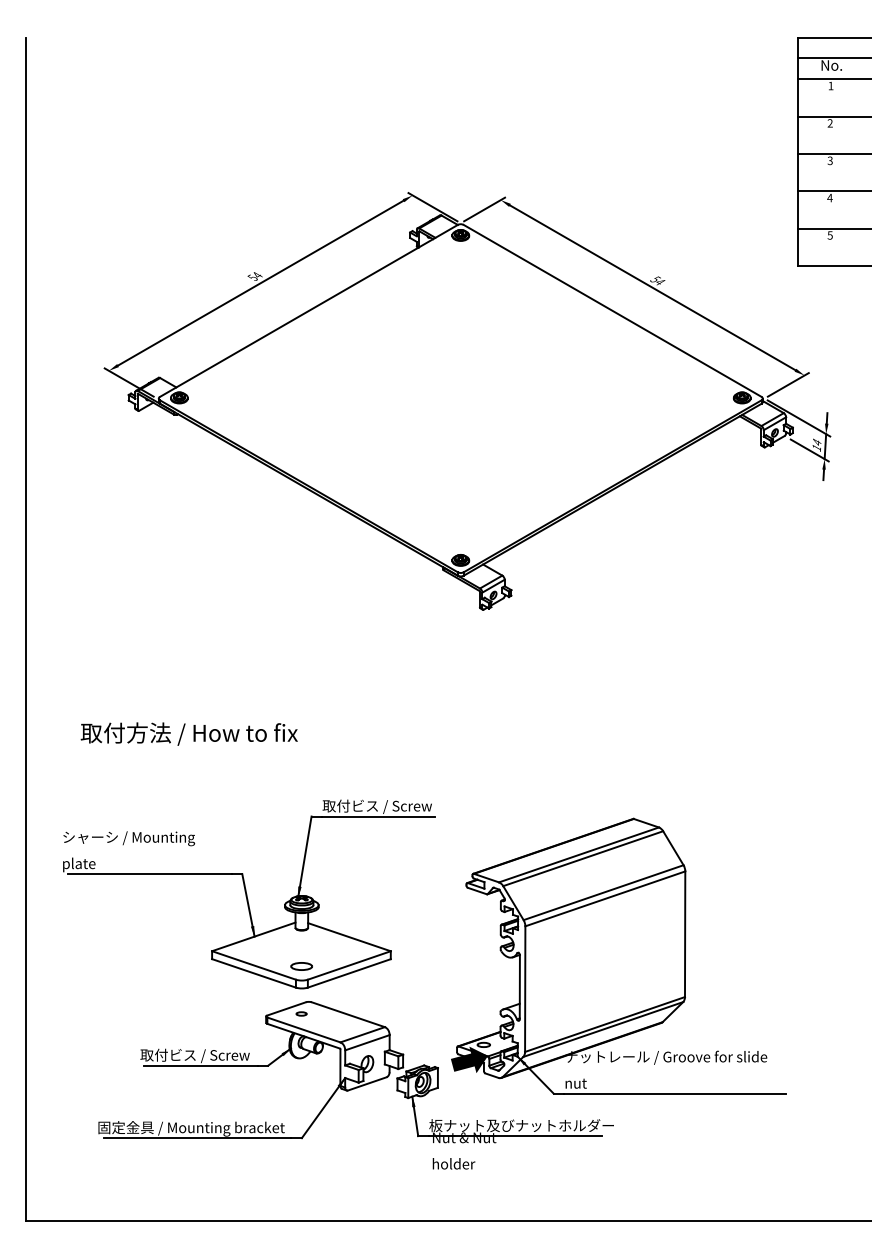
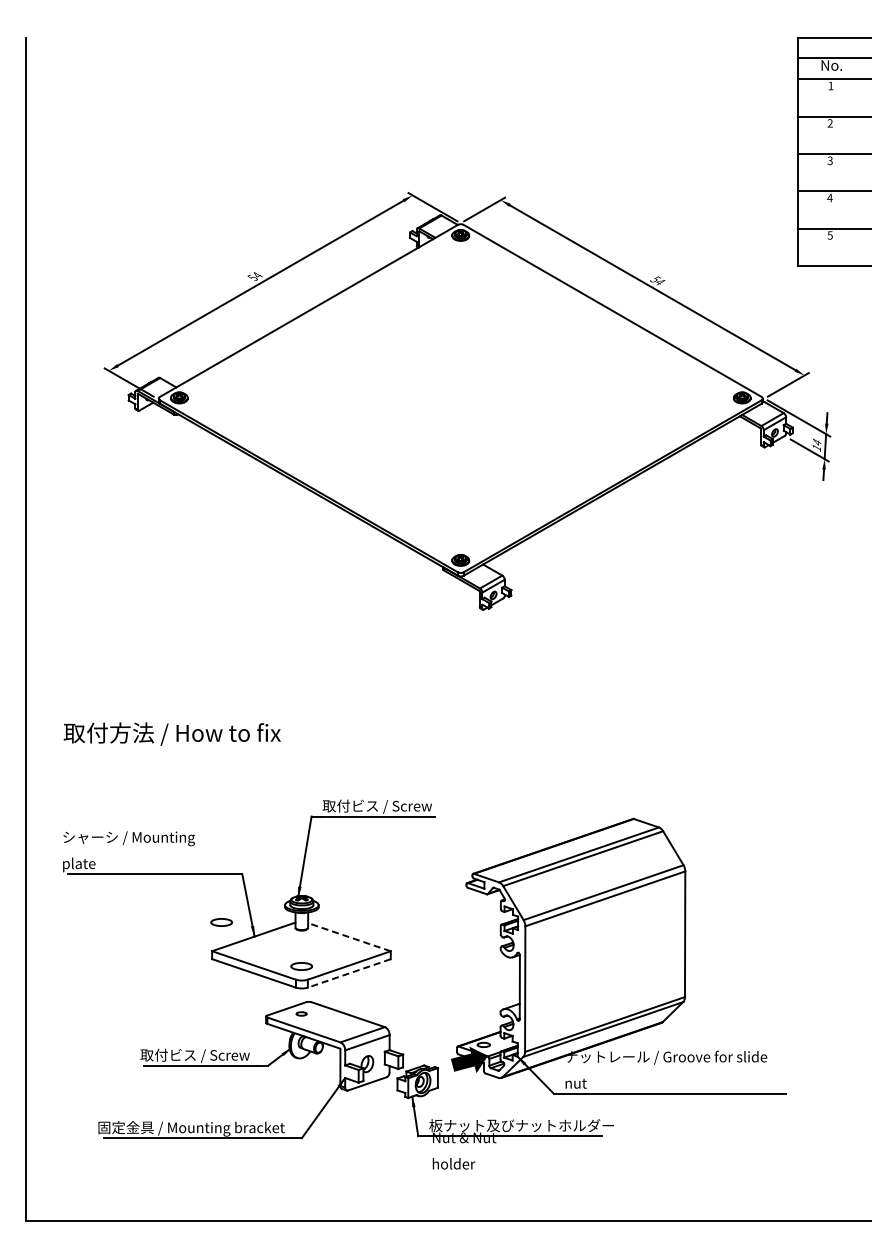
text at (188, 733) position: (188, 733) -> (171, 733)
part at (221, 922): none -> present
line at (349, 937): solid -> dashed
line at (349, 973): solid -> dashed
